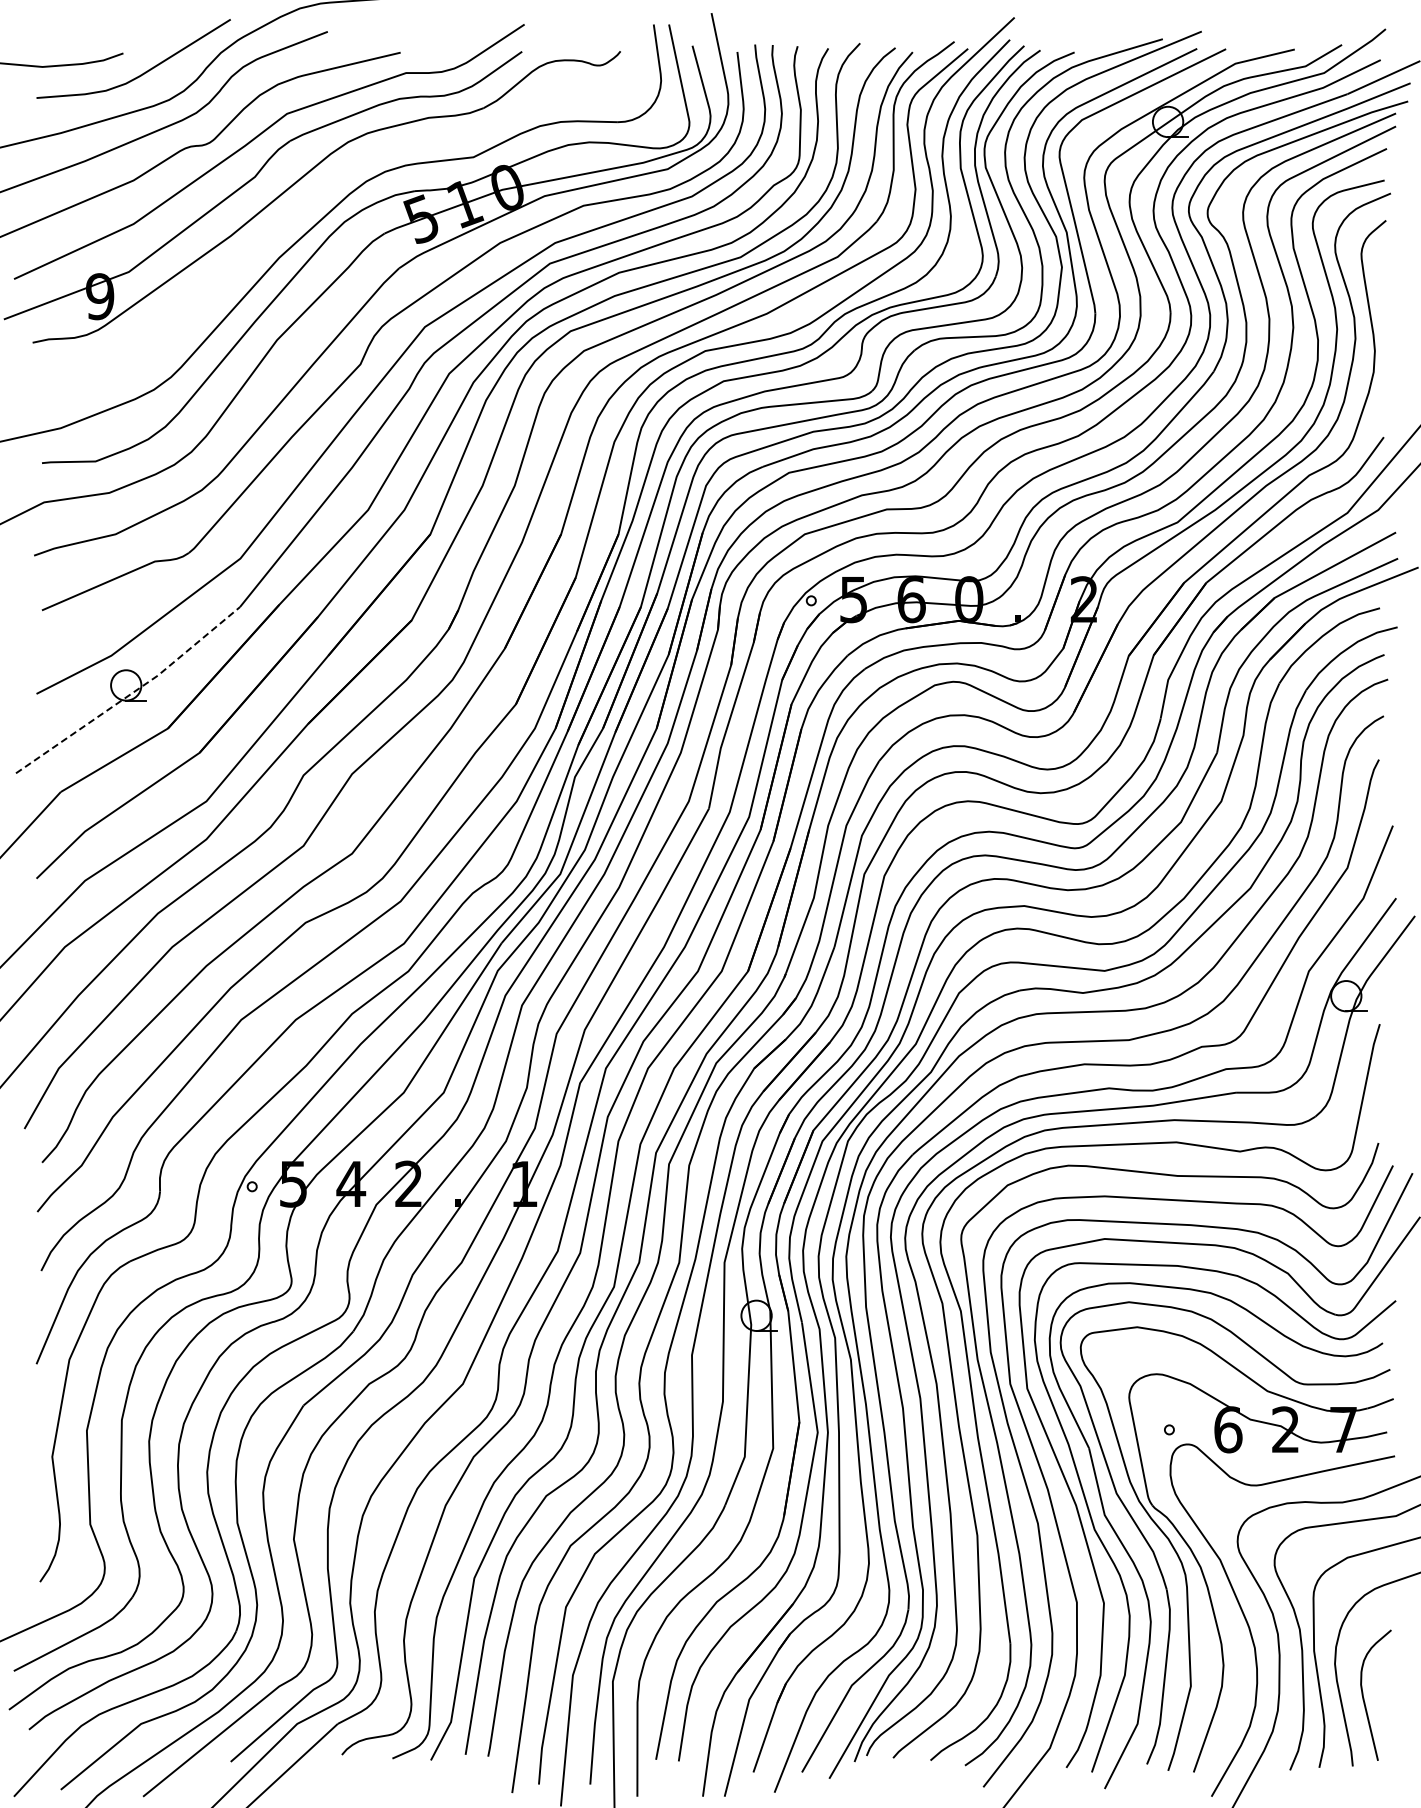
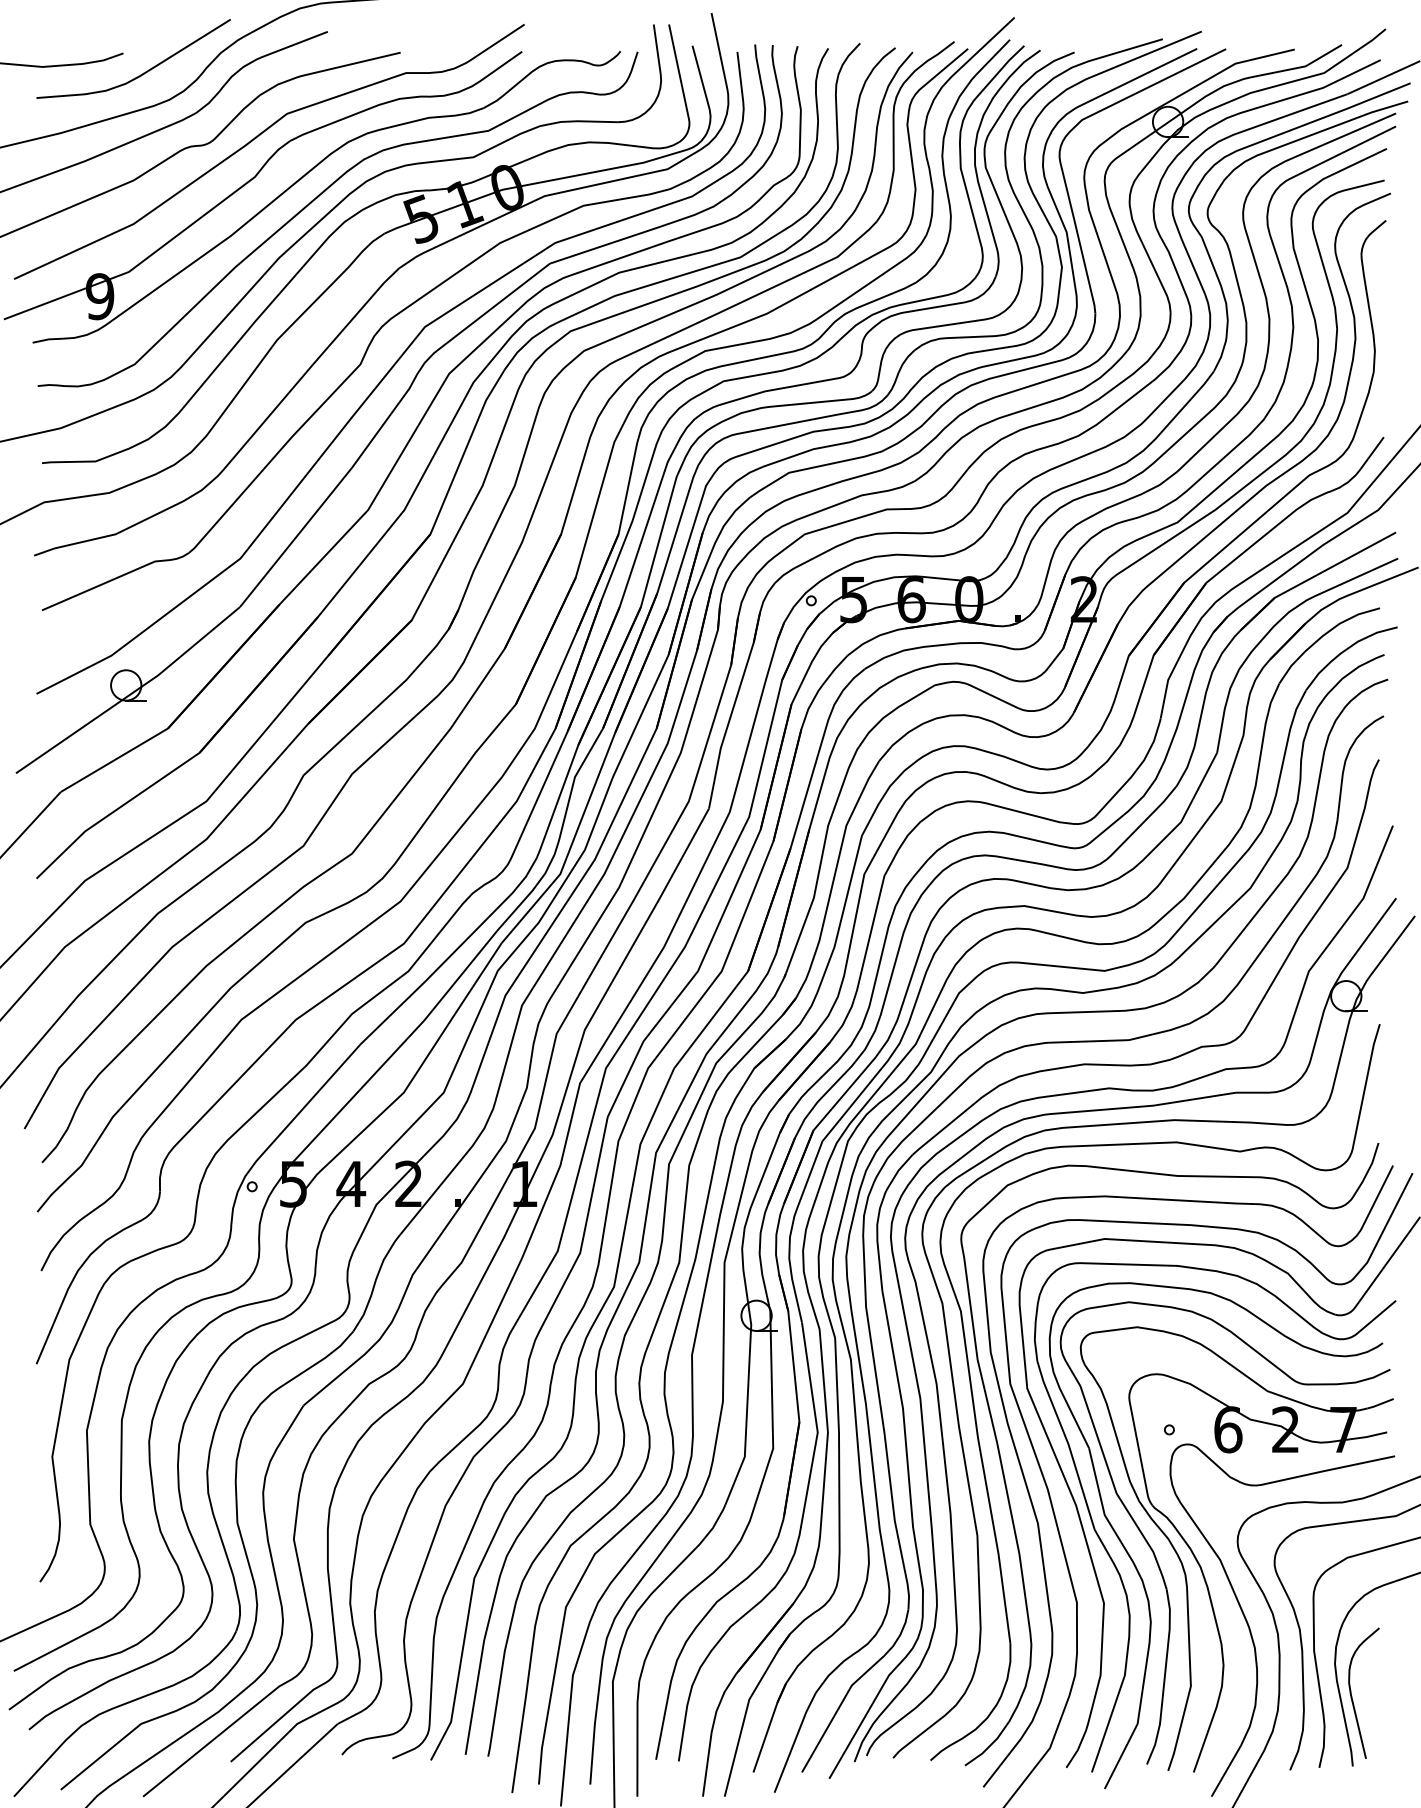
curve at (317, 198): none -> present
line at (131, 693): dashed -> solid
curve at (1364, 1698) position: (1364, 1698) -> (1352, 1696)
